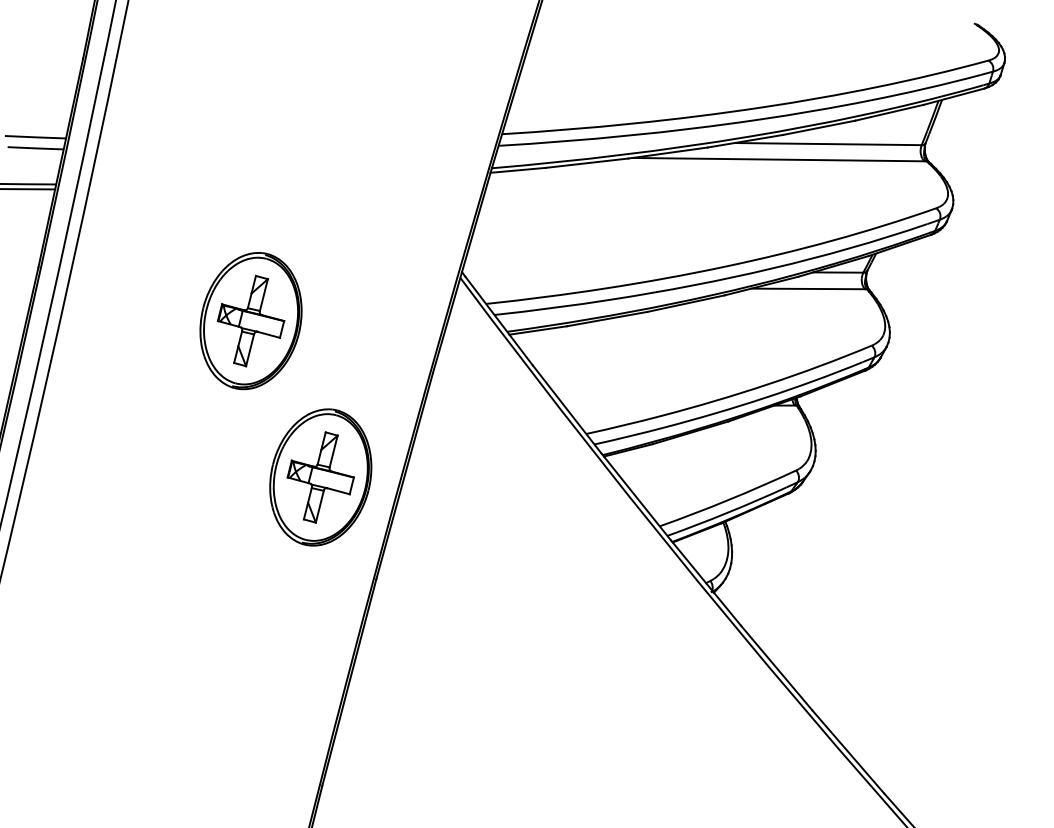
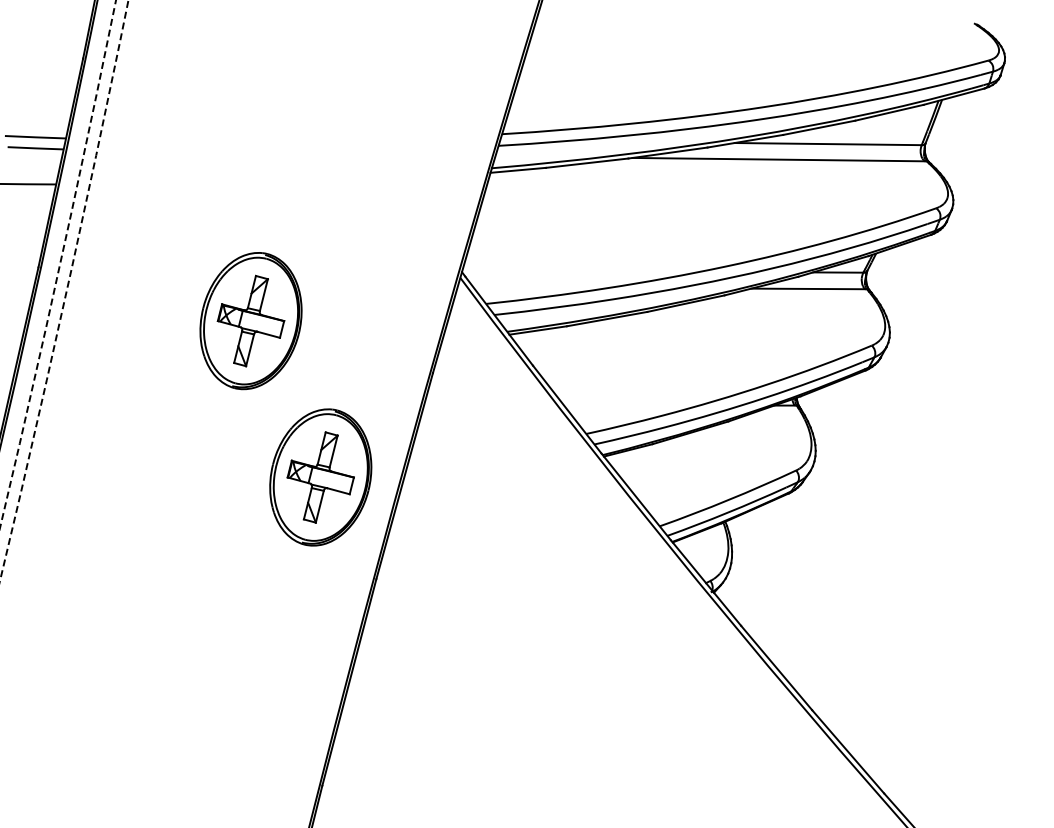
line at (28, 189): present -> none
arc at (60, 264): solid -> dashed
arc at (66, 290): solid -> dashed
